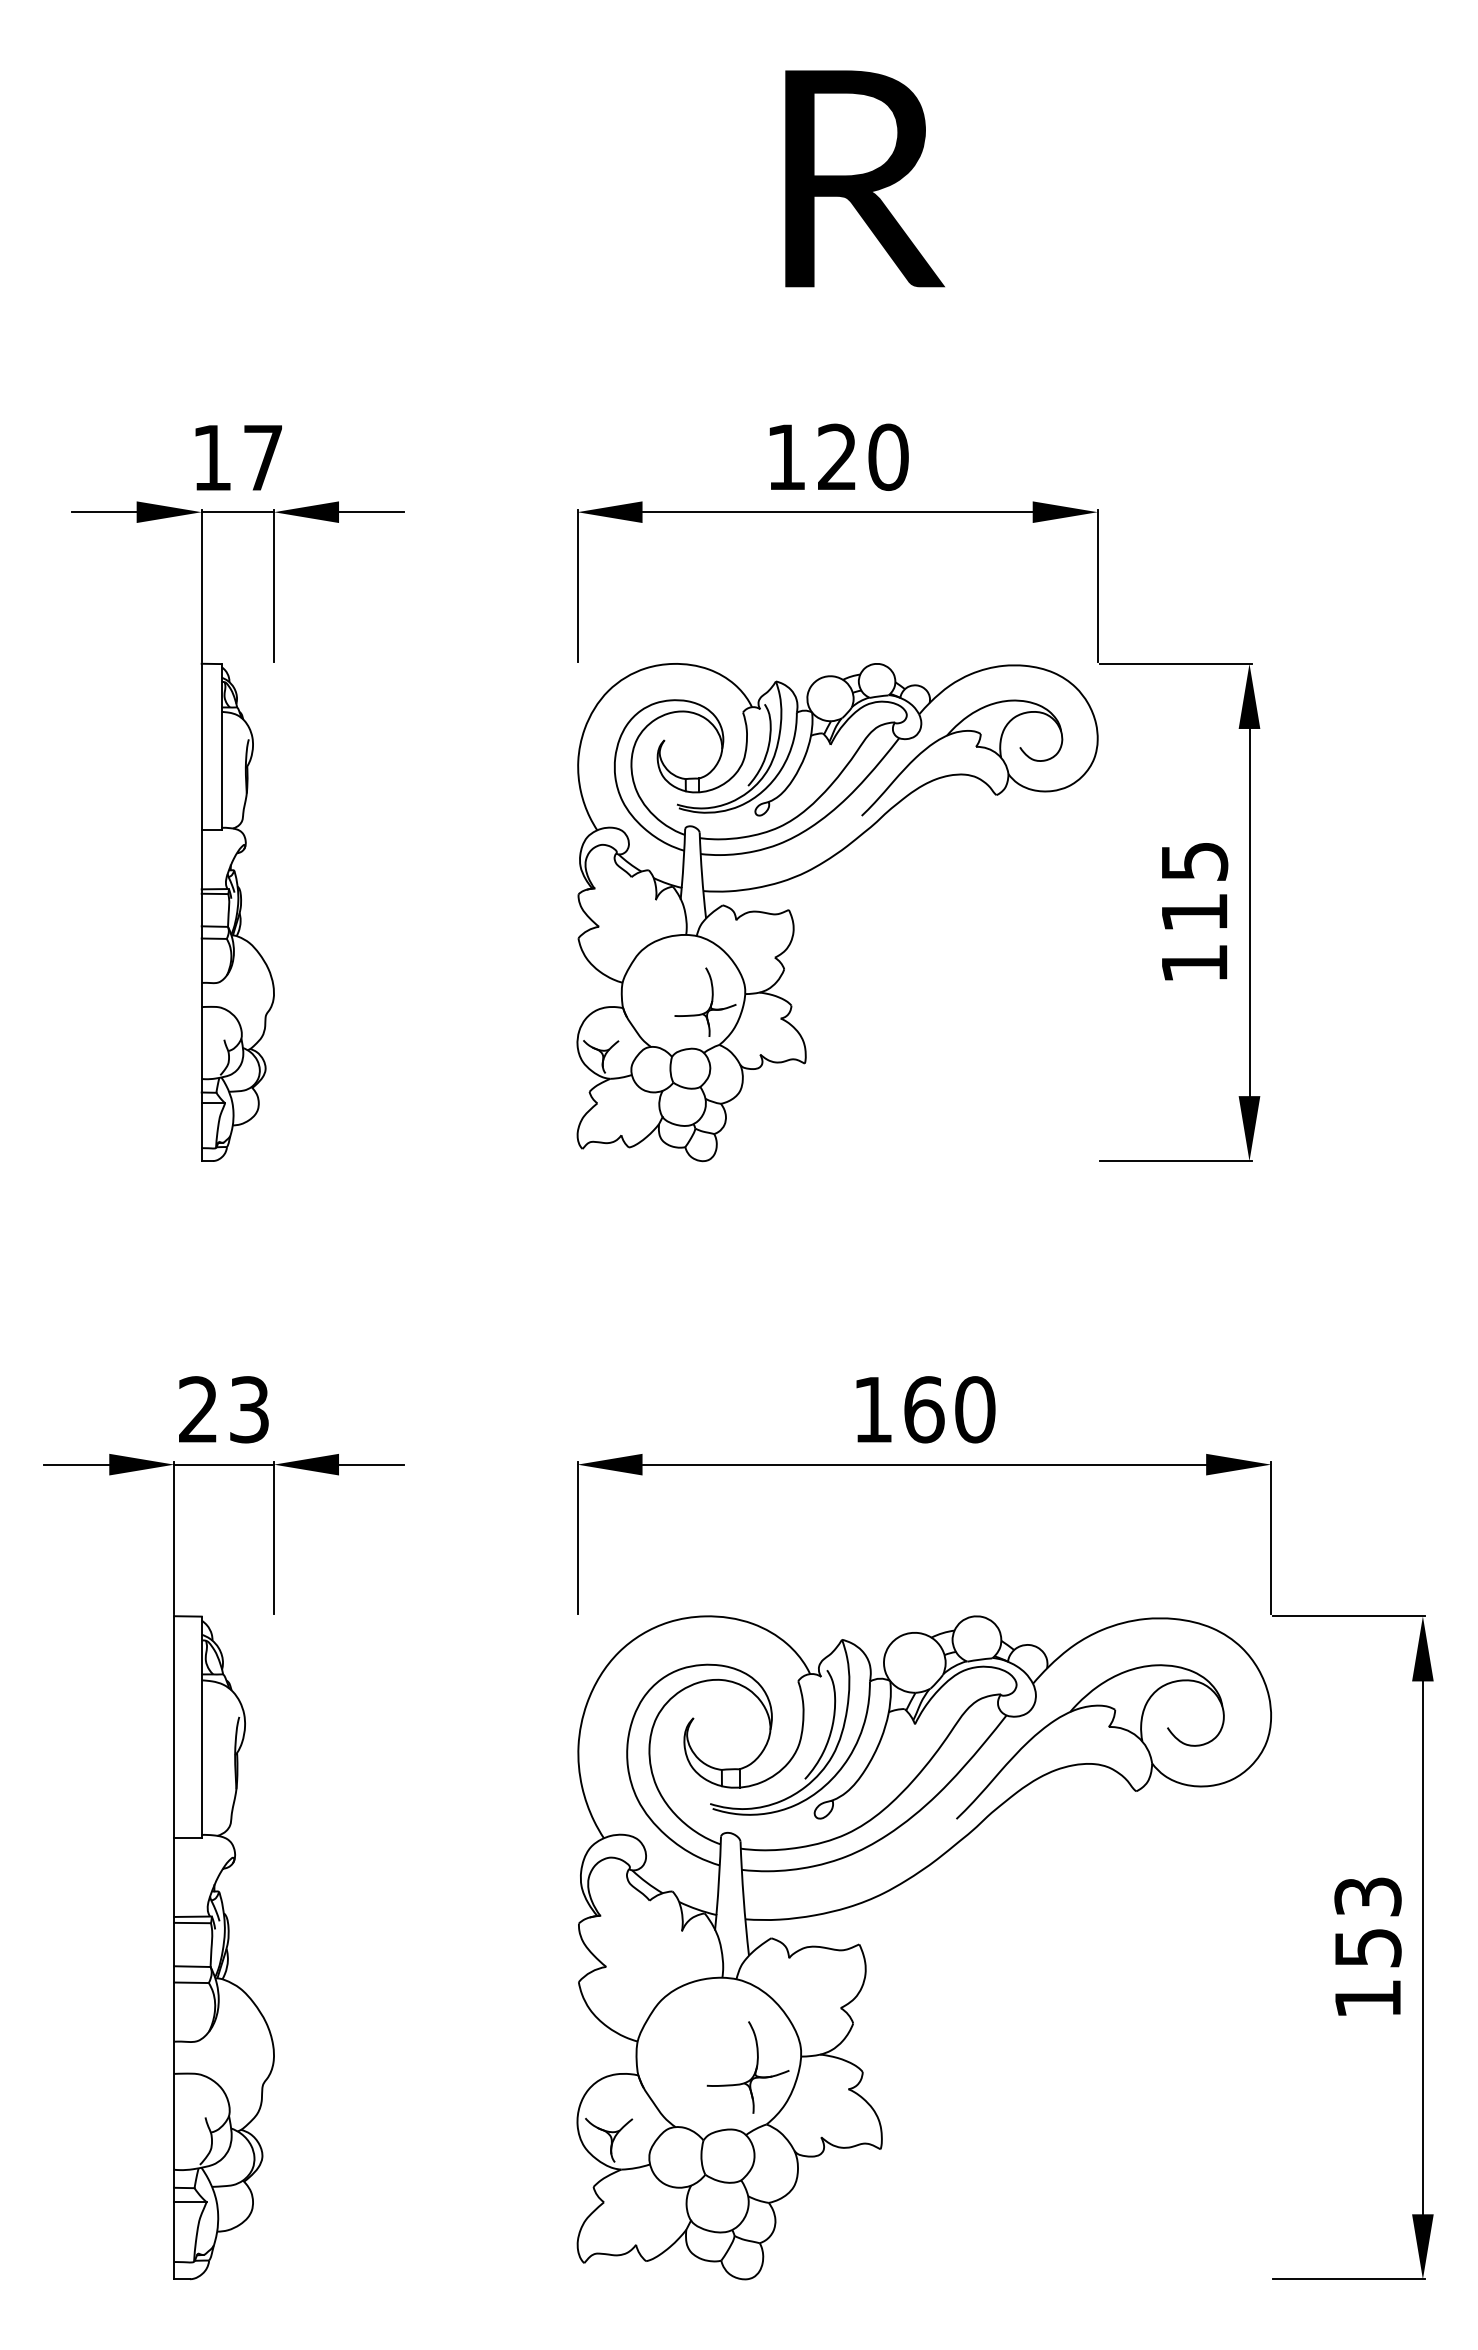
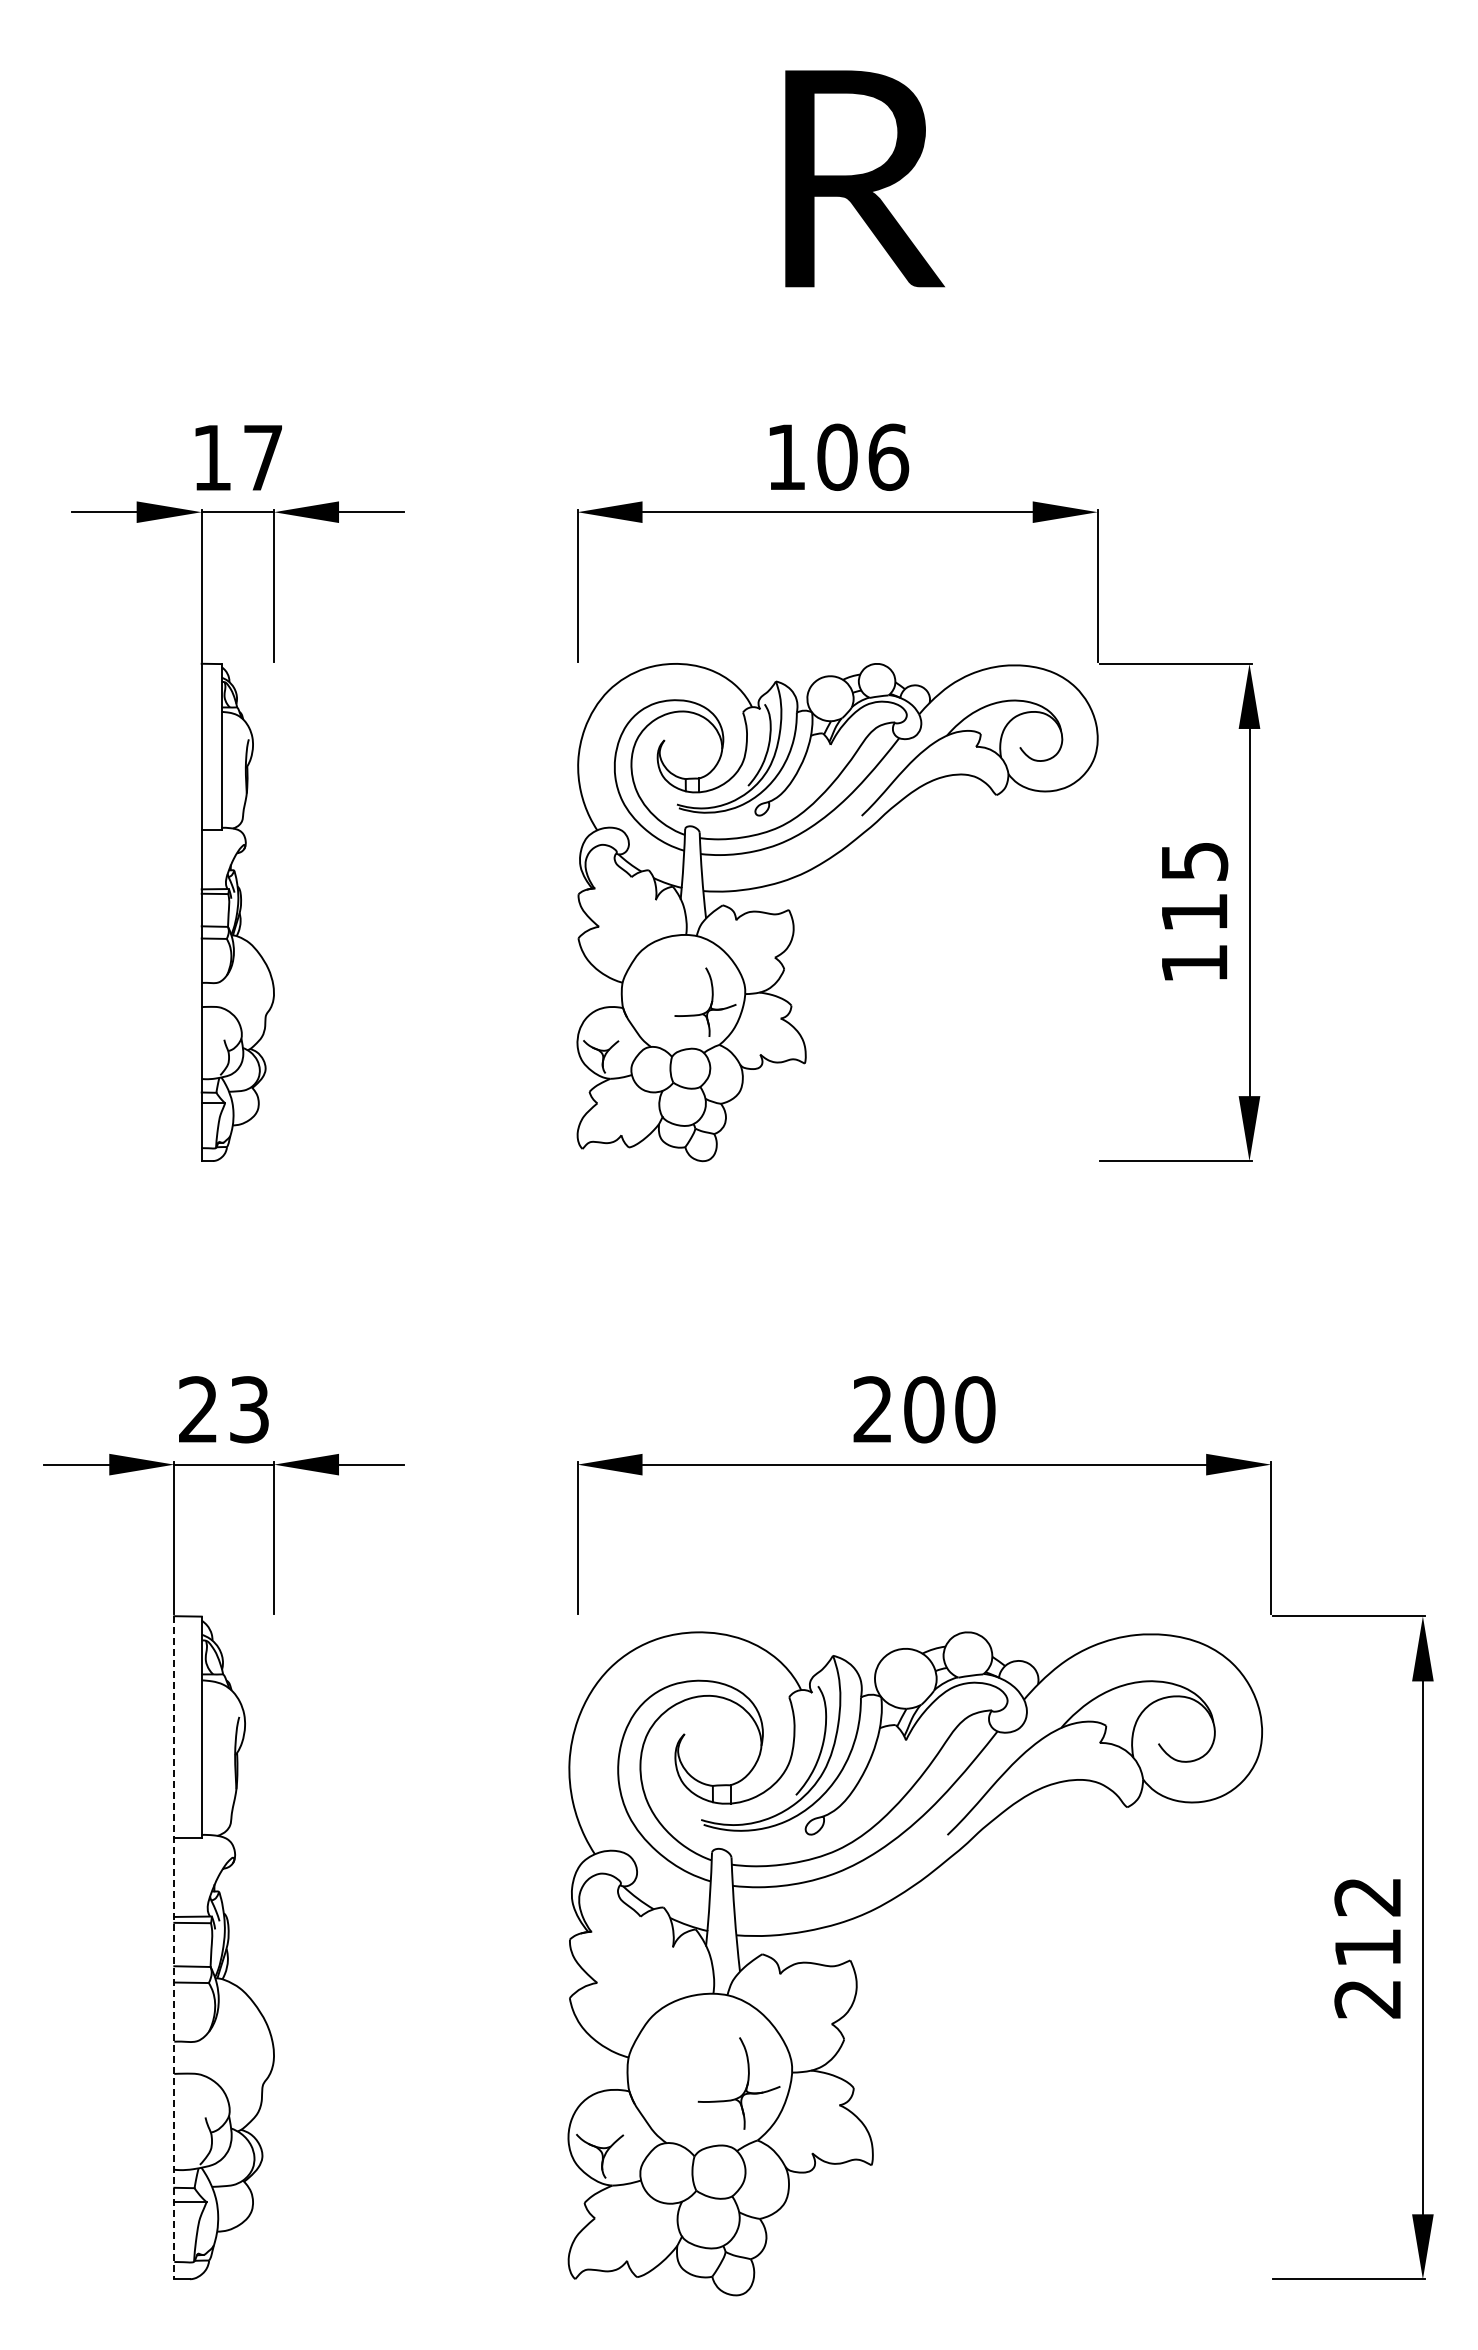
text at (863, 456): 120 -> 106
text at (898, 1409): 160 -> 200
line at (174, 1947): solid -> dashed
text at (1367, 1947): 153 -> 212
part at (865, 1957) position: (865, 1957) -> (856, 1973)
